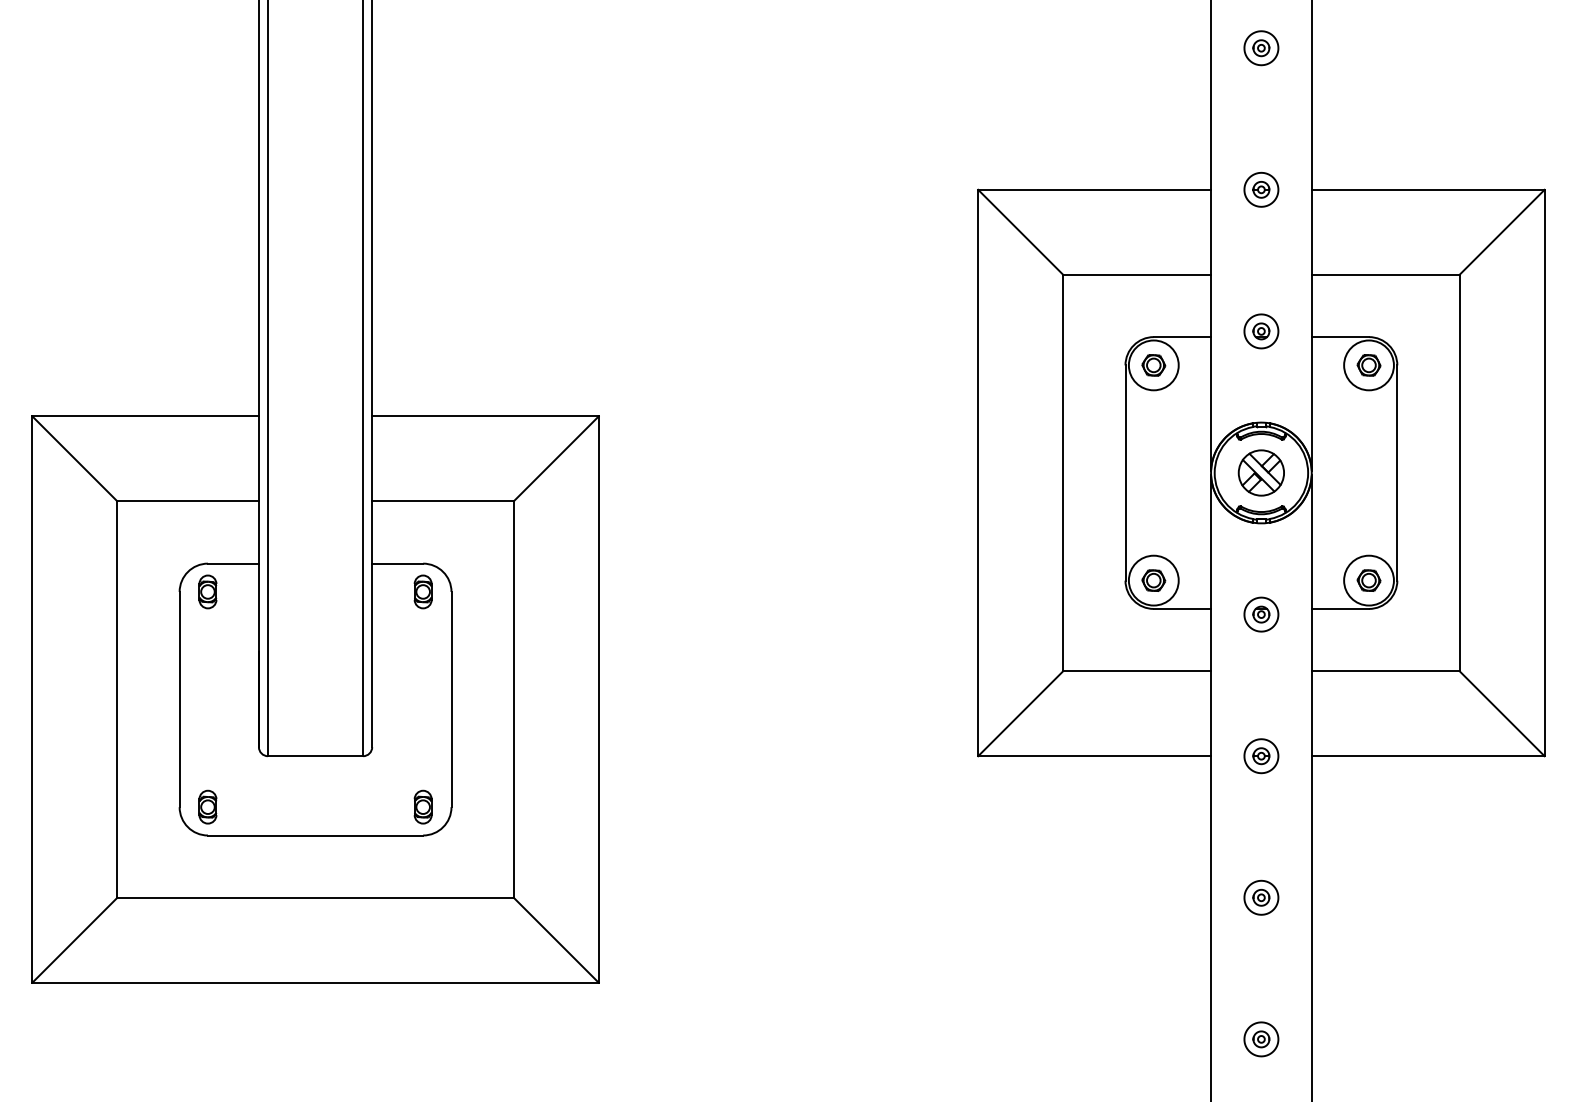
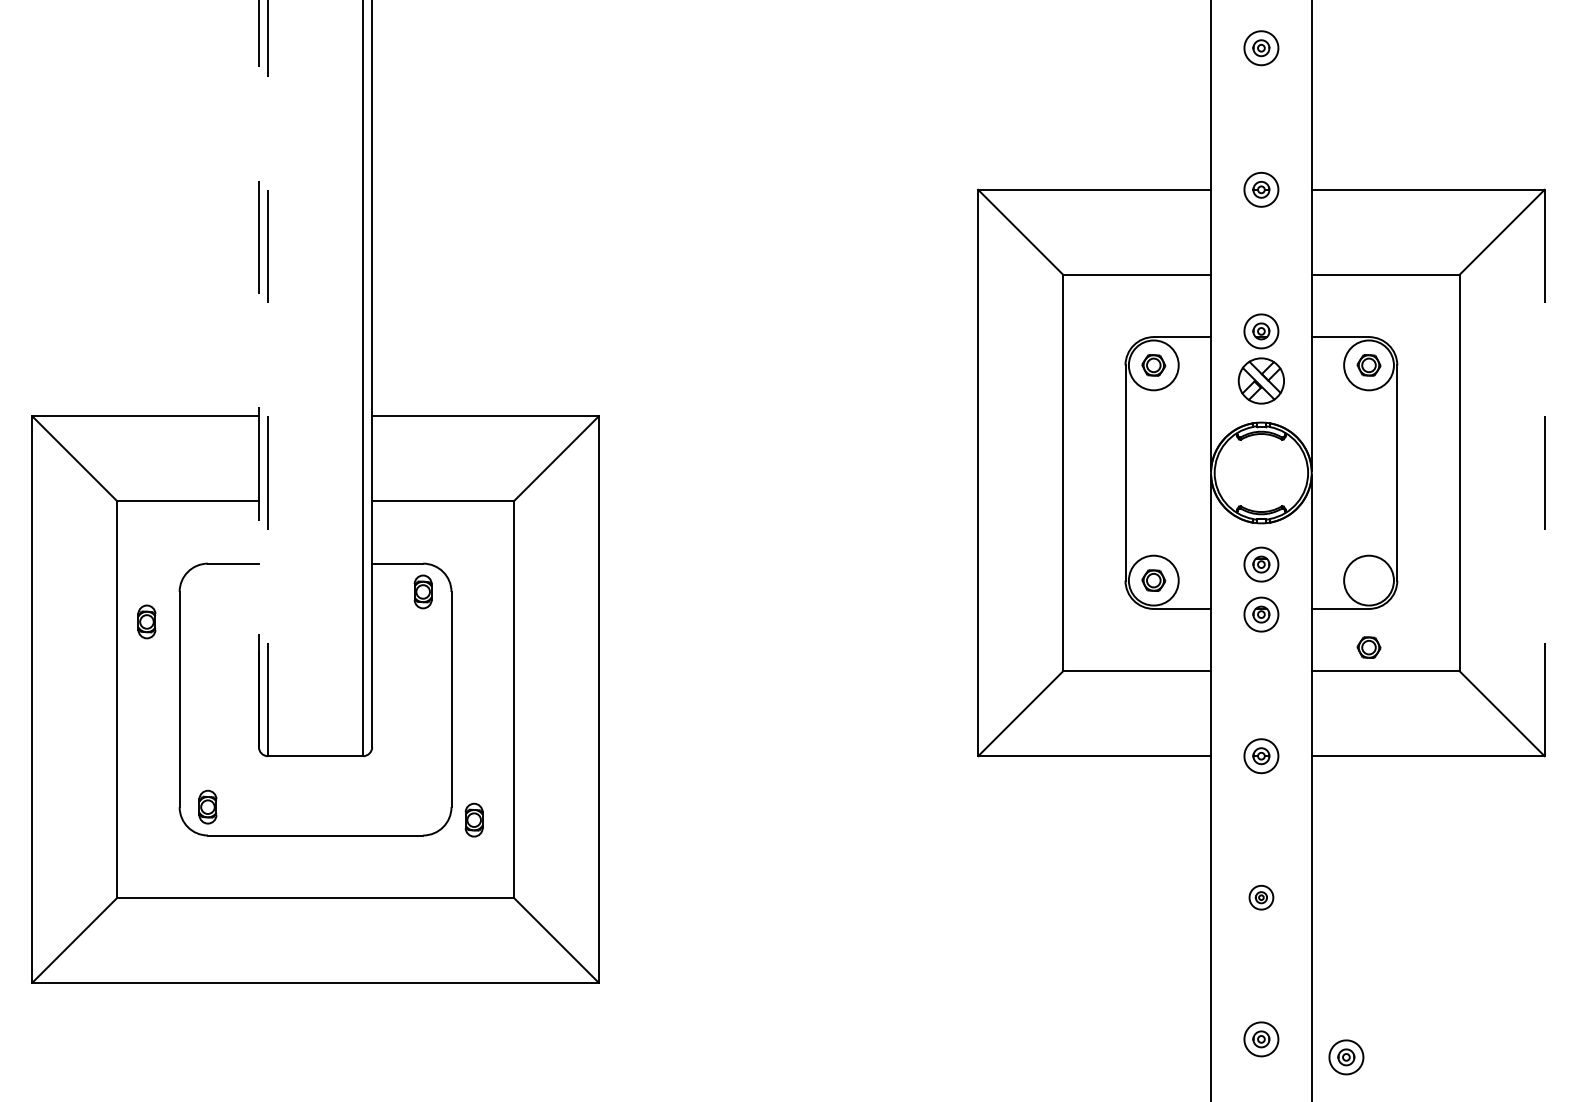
line at (258, 373): solid -> dashed
line at (268, 378): solid -> dashed
part at (1260, 472) position: (1260, 472) -> (1260, 380)
line at (1544, 472): solid -> dashed
part at (1261, 564): none -> present
part at (1368, 580) position: (1368, 580) -> (1368, 647)
part at (207, 591) position: (207, 591) -> (146, 621)
part at (422, 806) position: (422, 806) -> (473, 819)
part at (1261, 897) size: 37x37 px -> 27x27 px
part at (1346, 1057): none -> present
